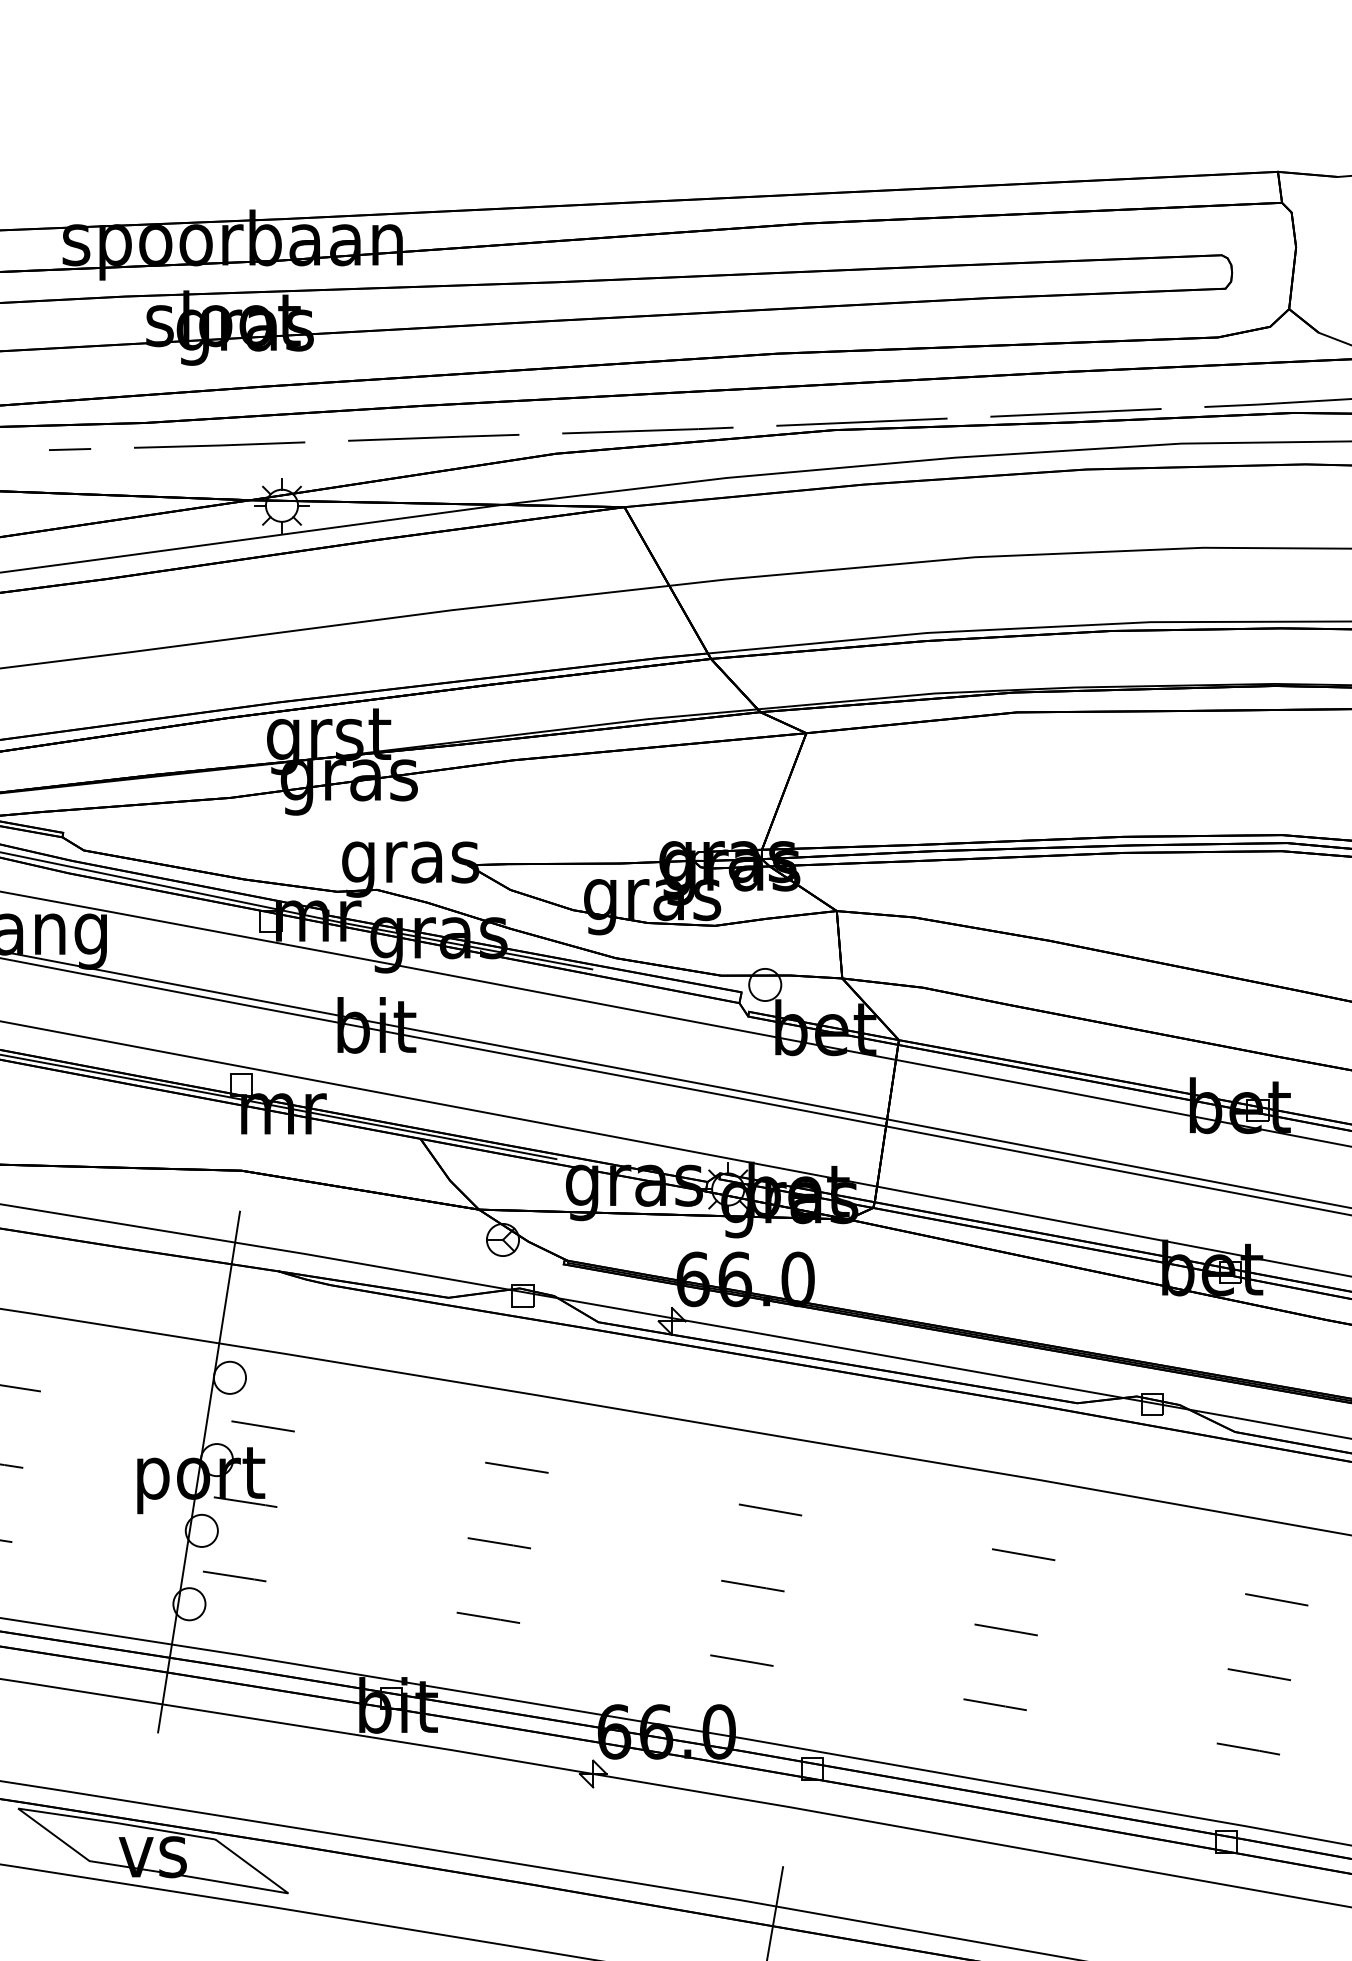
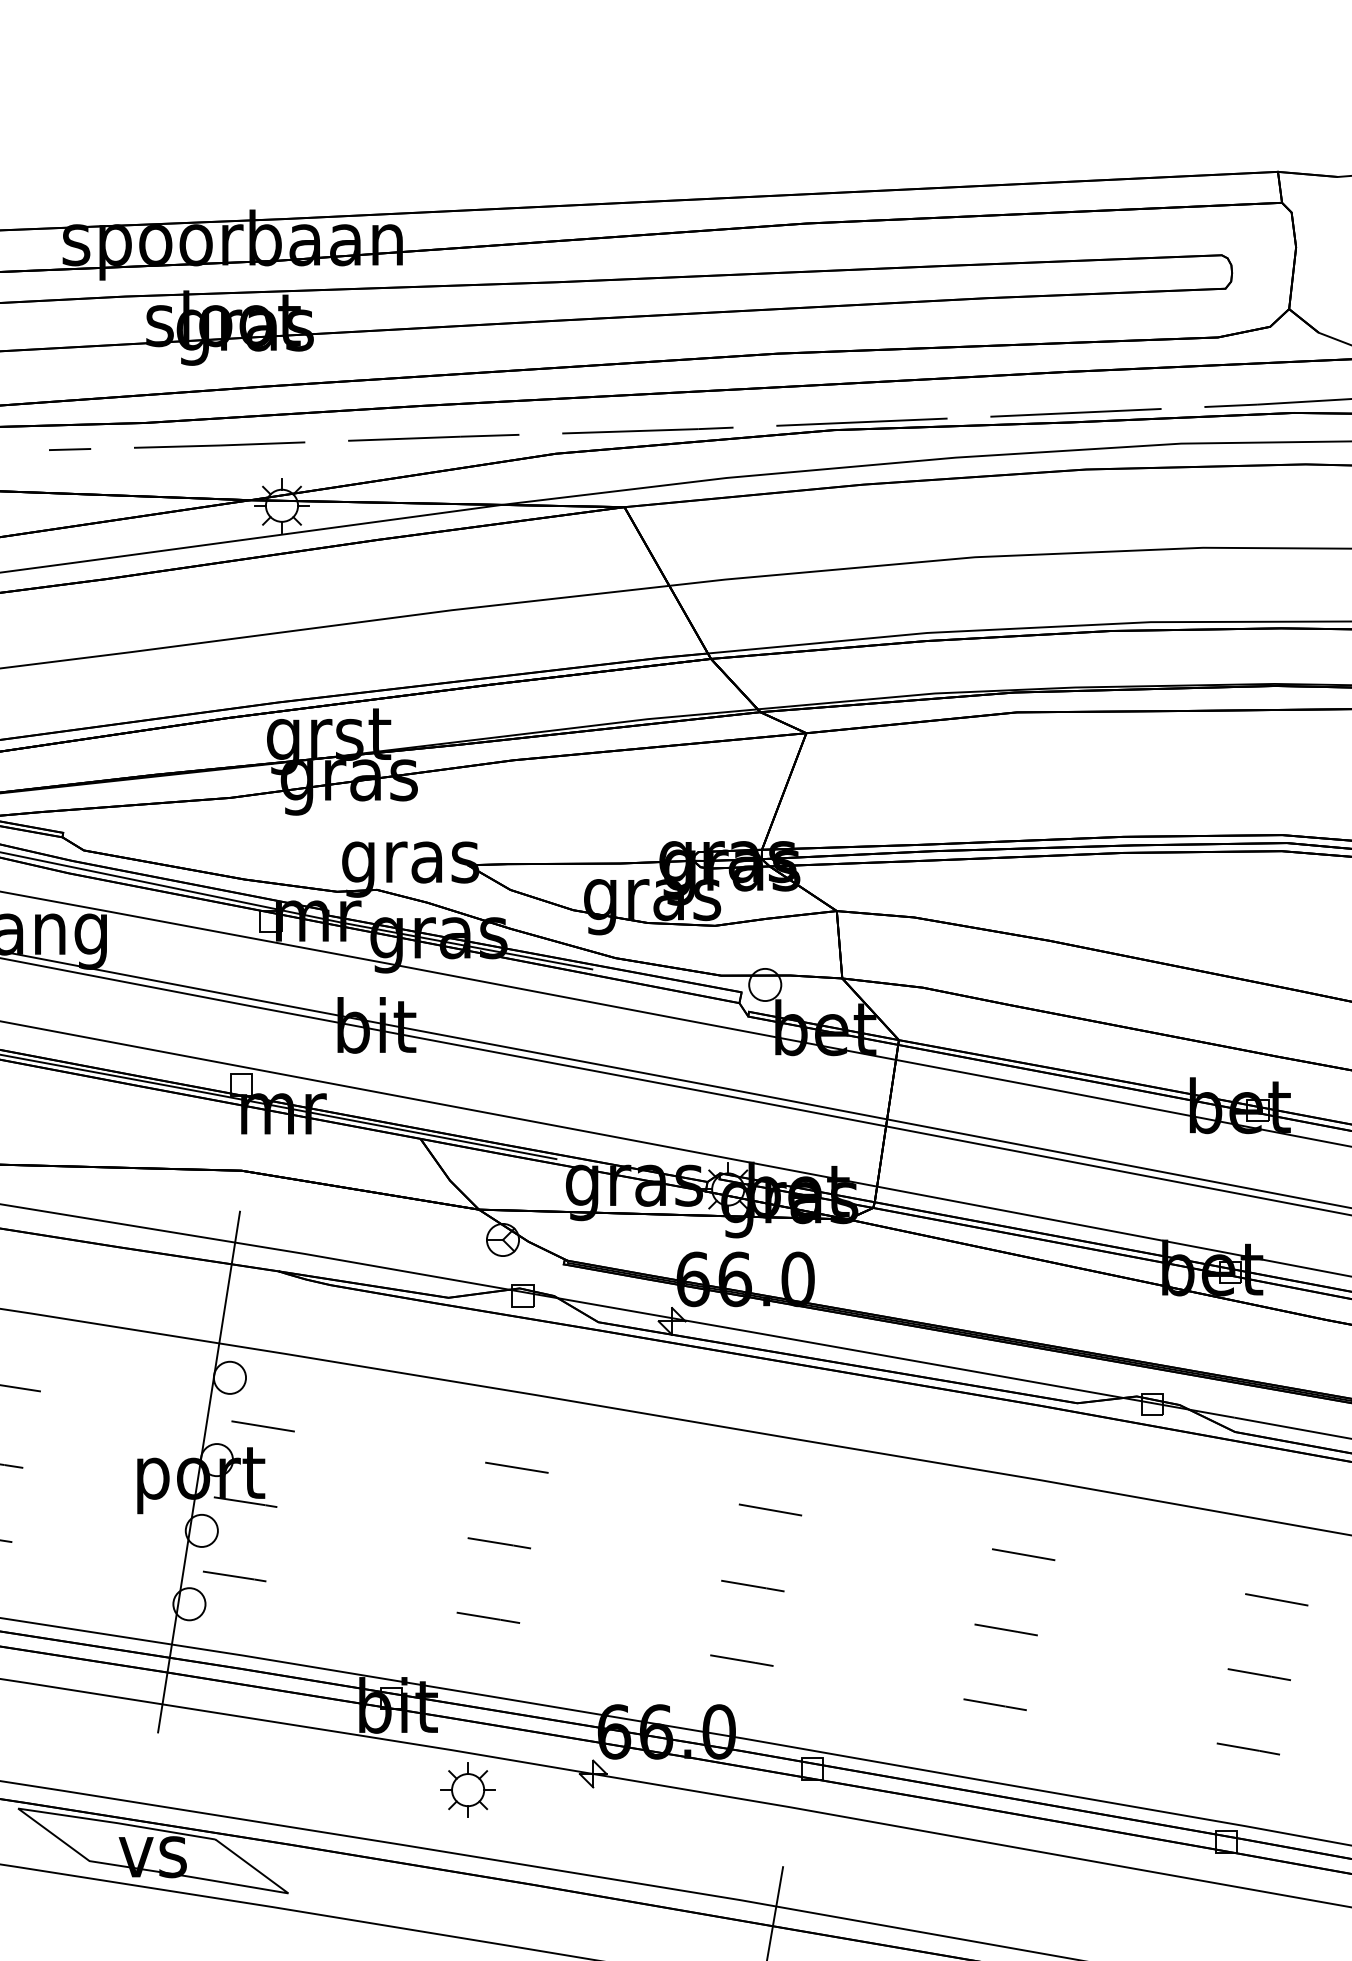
part at (467, 1789): none -> present
